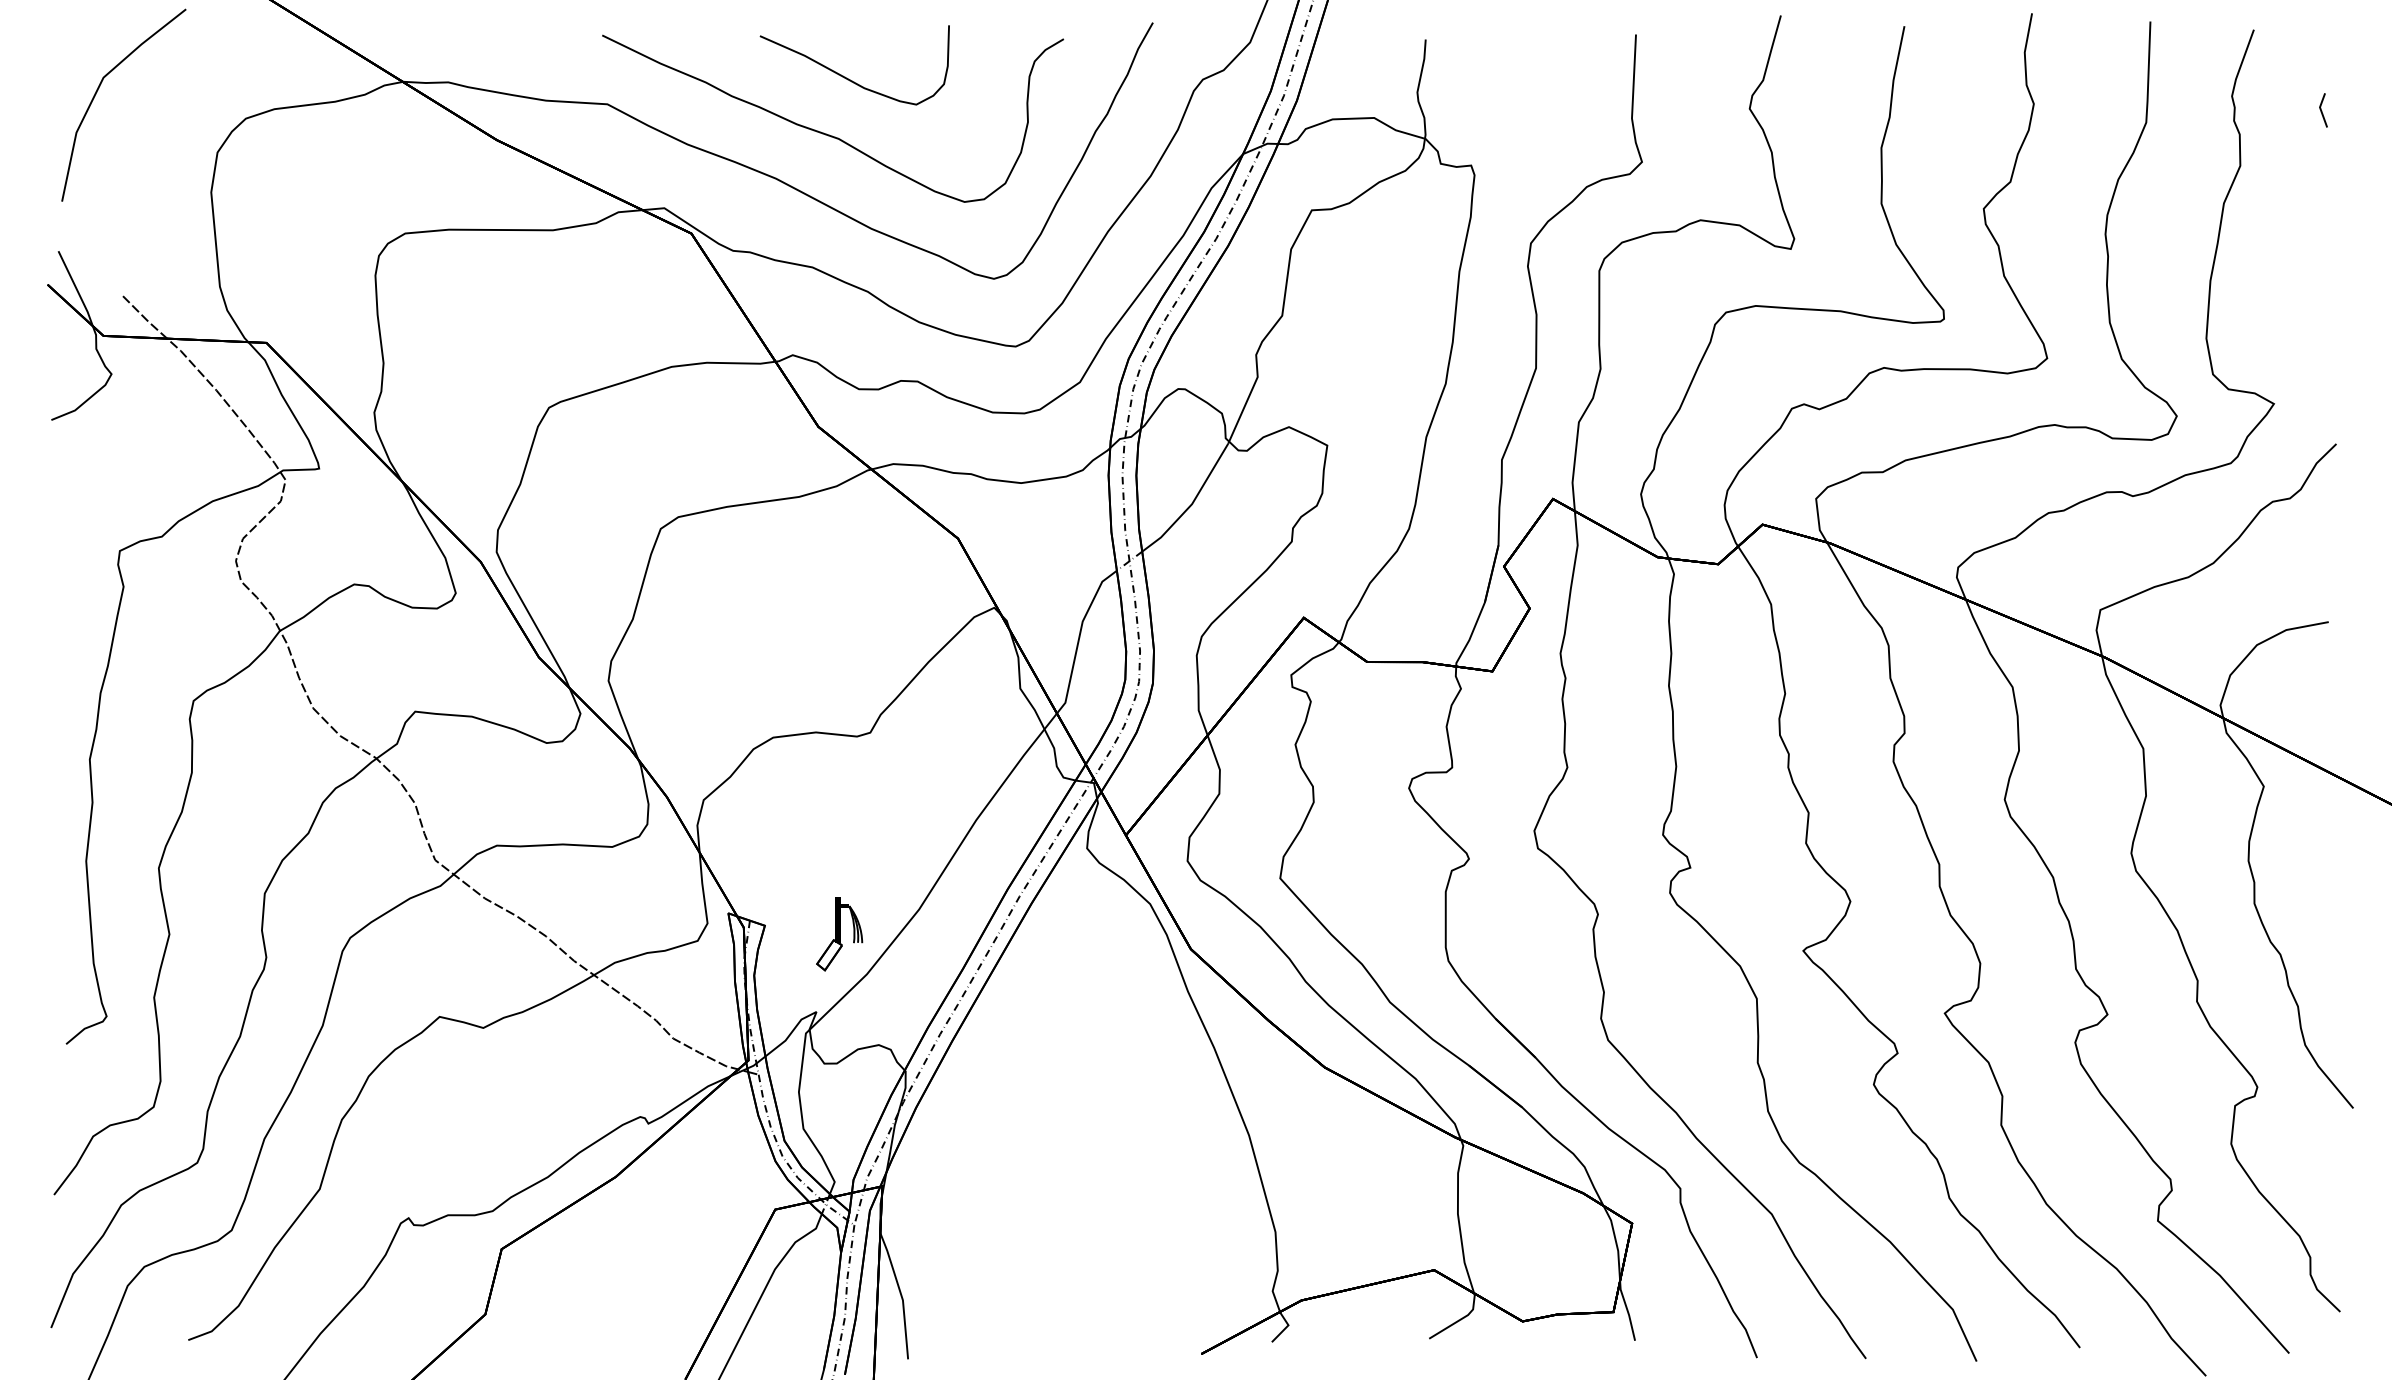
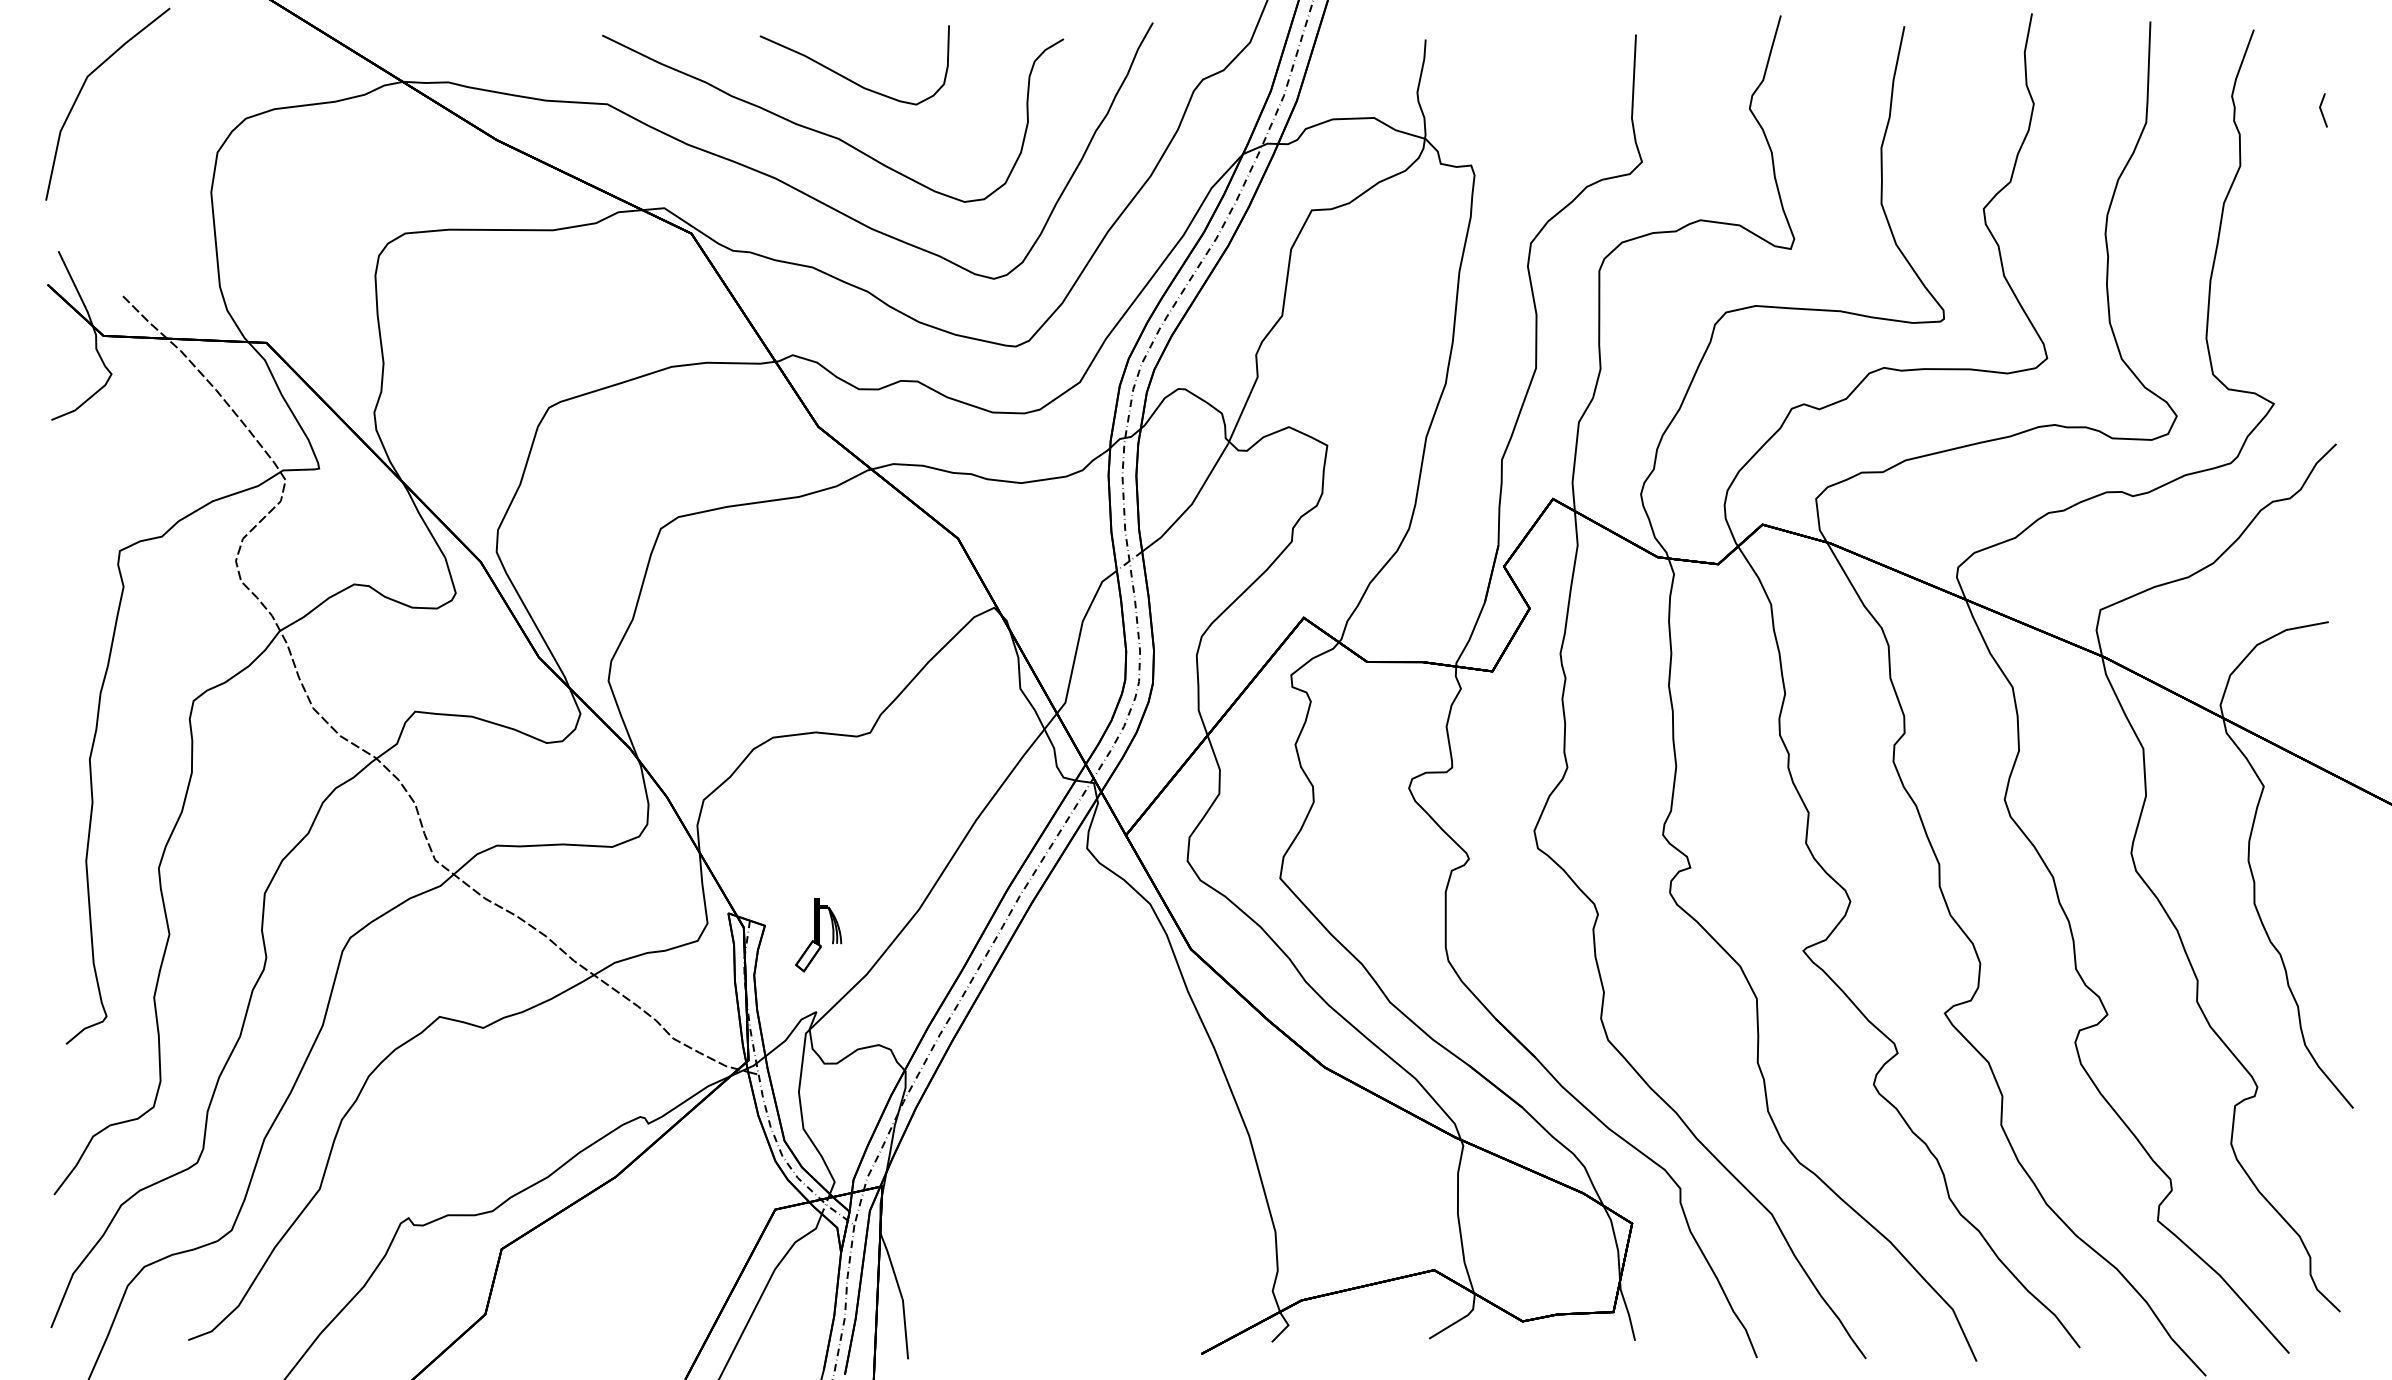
line at (97, 92) position: (97, 92) -> (81, 91)
part at (839, 934) position: (839, 934) -> (818, 935)
